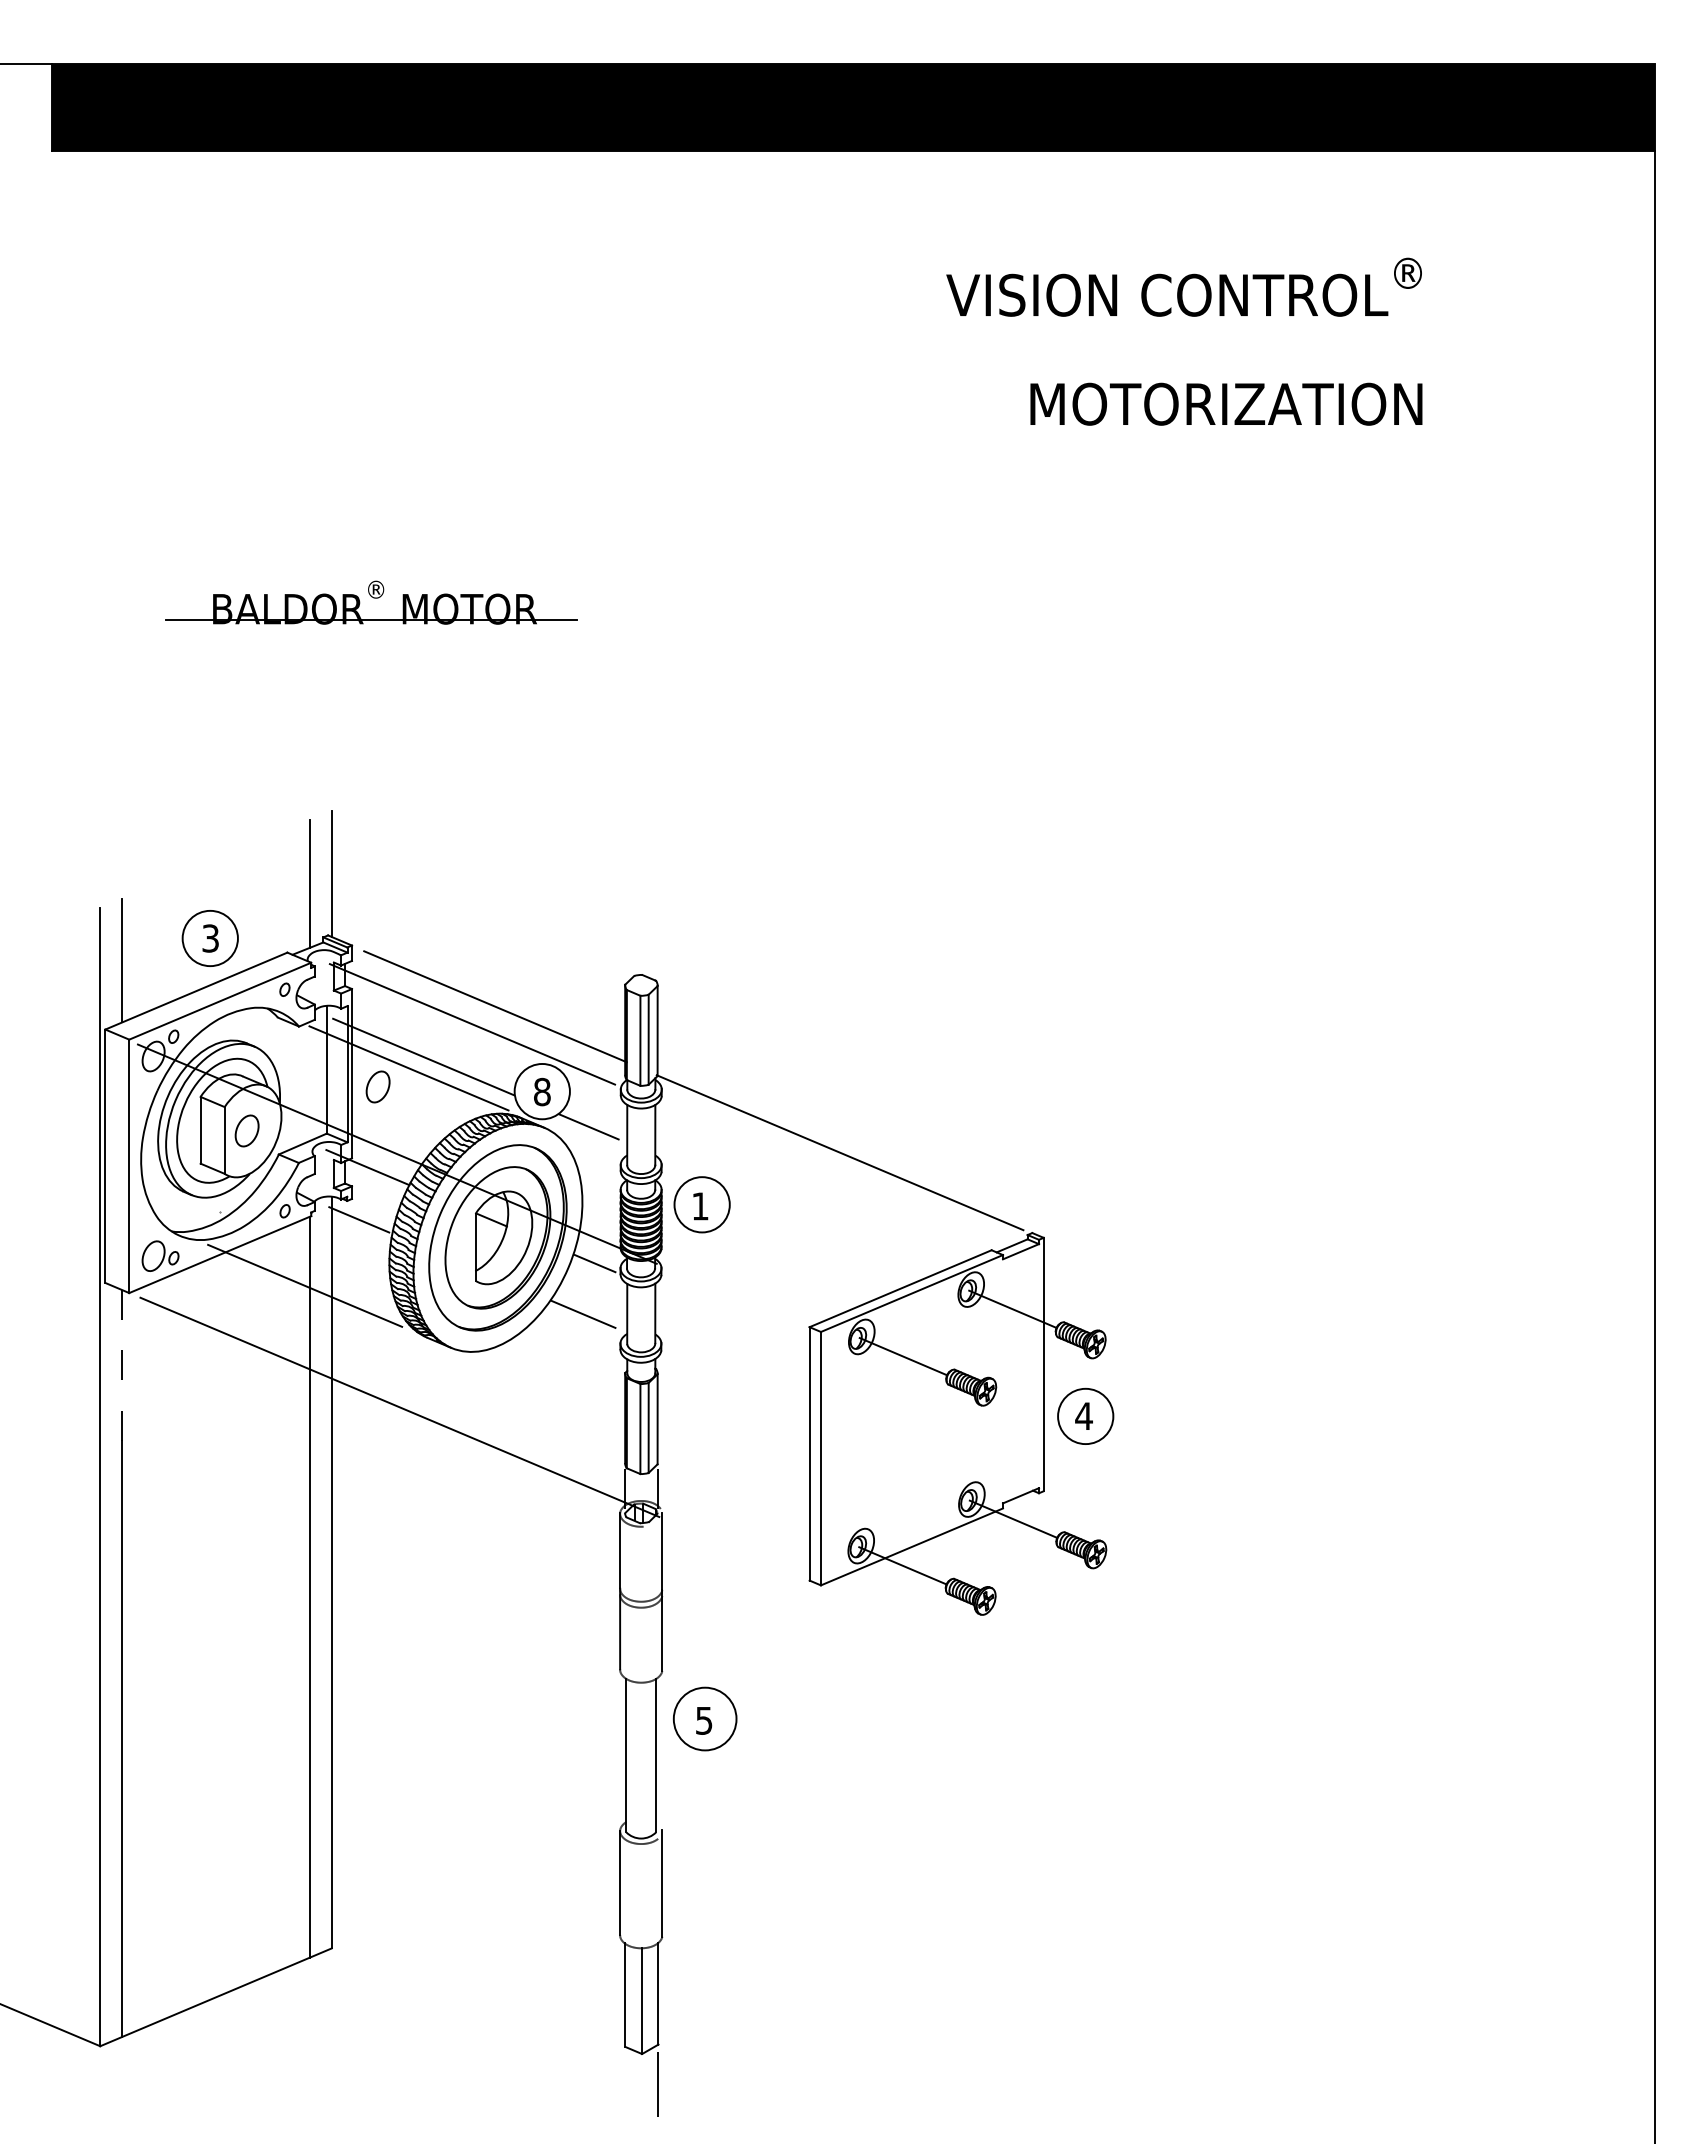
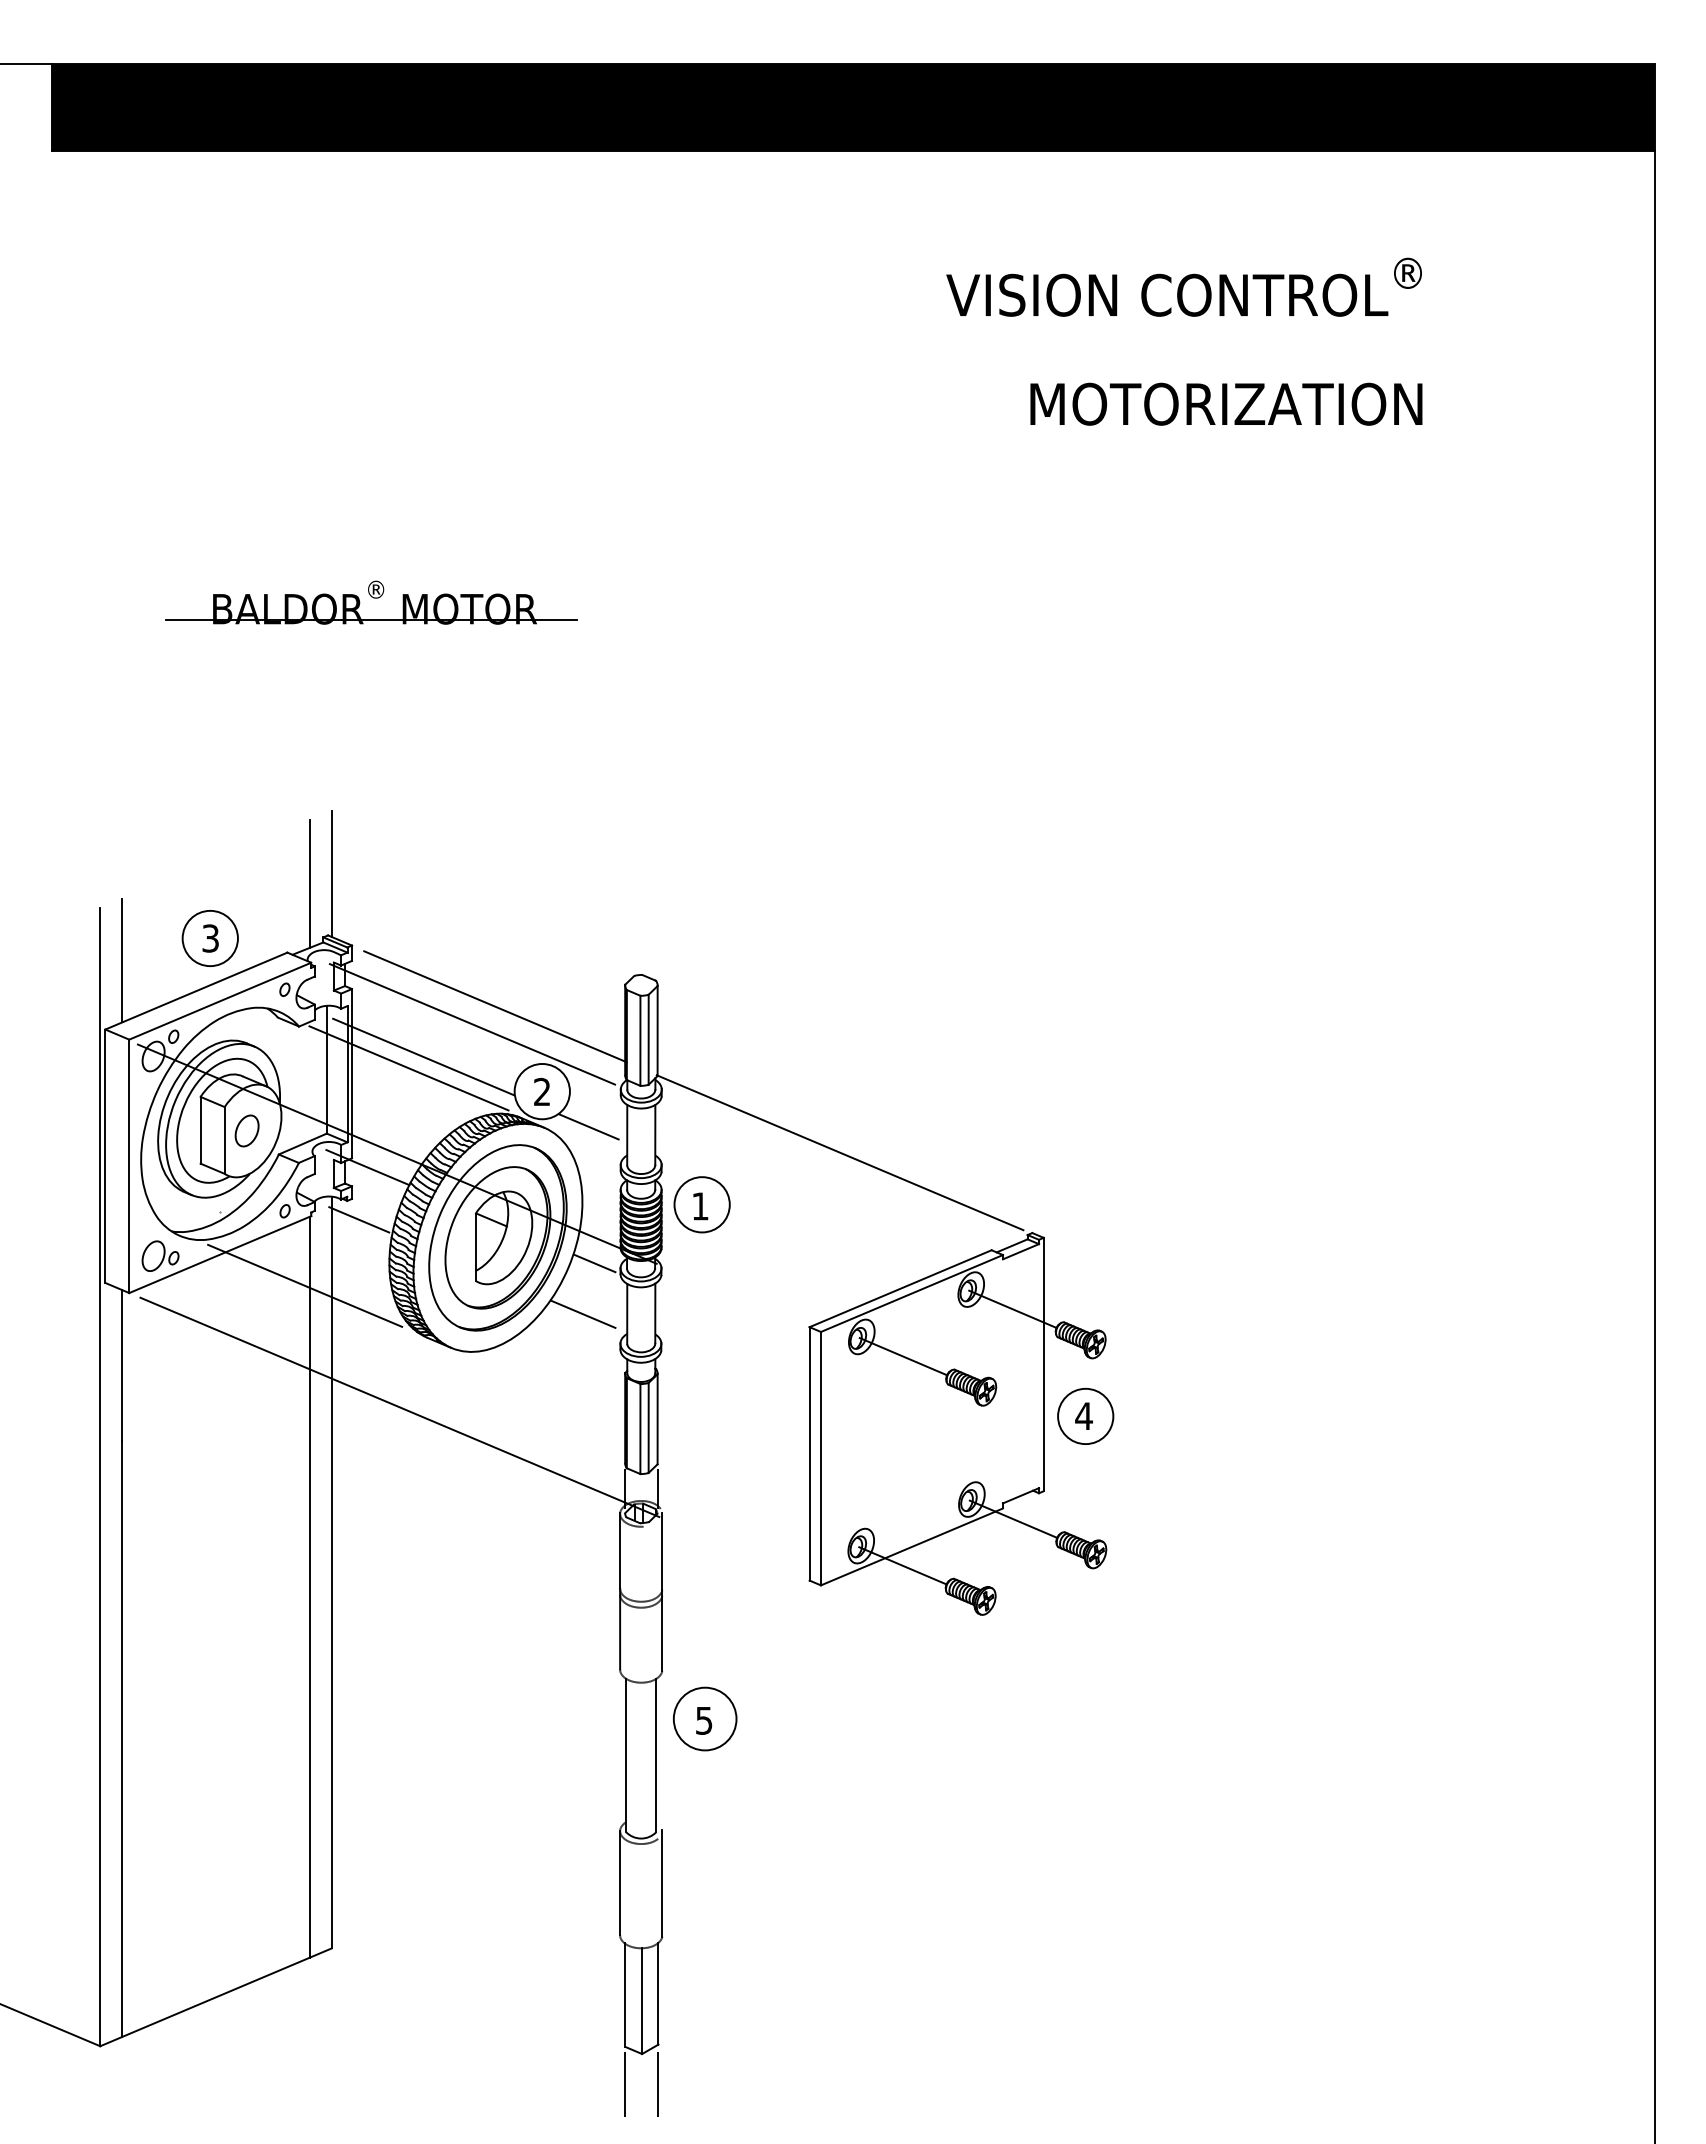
part at (377, 1086): present -> none
text at (542, 1092): 8 -> 2
line at (121, 1365): dashed -> solid
line at (624, 2083): none -> present
